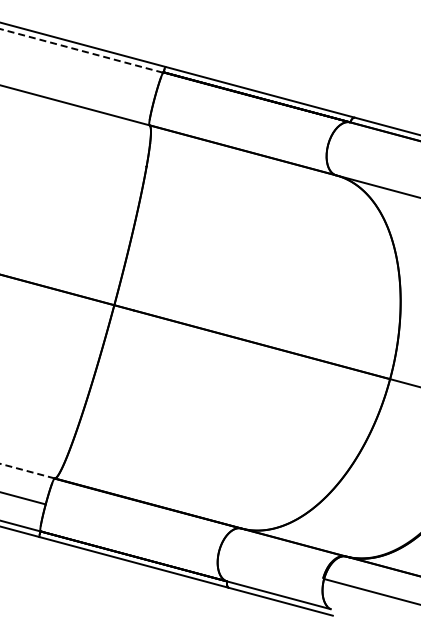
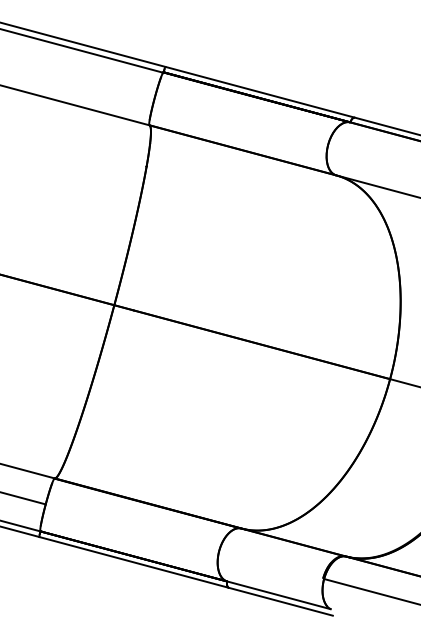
line at (81, 50): dashed -> solid
line at (27, 471): dashed -> solid
